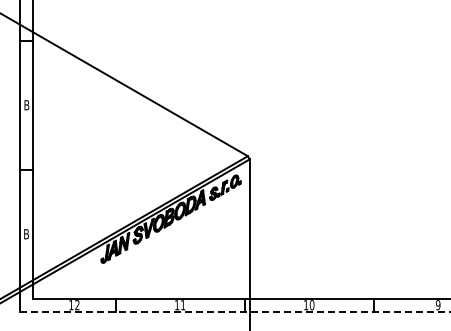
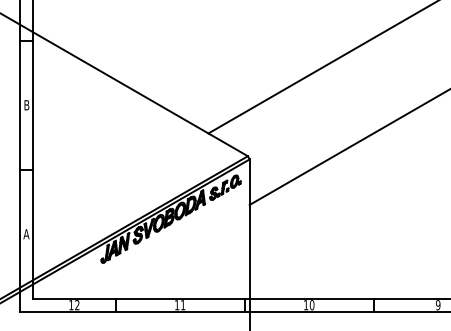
line at (321, 67): none -> present
line at (348, 147): none -> present
text at (26, 234): B -> A
line at (235, 311): dashed -> solid
